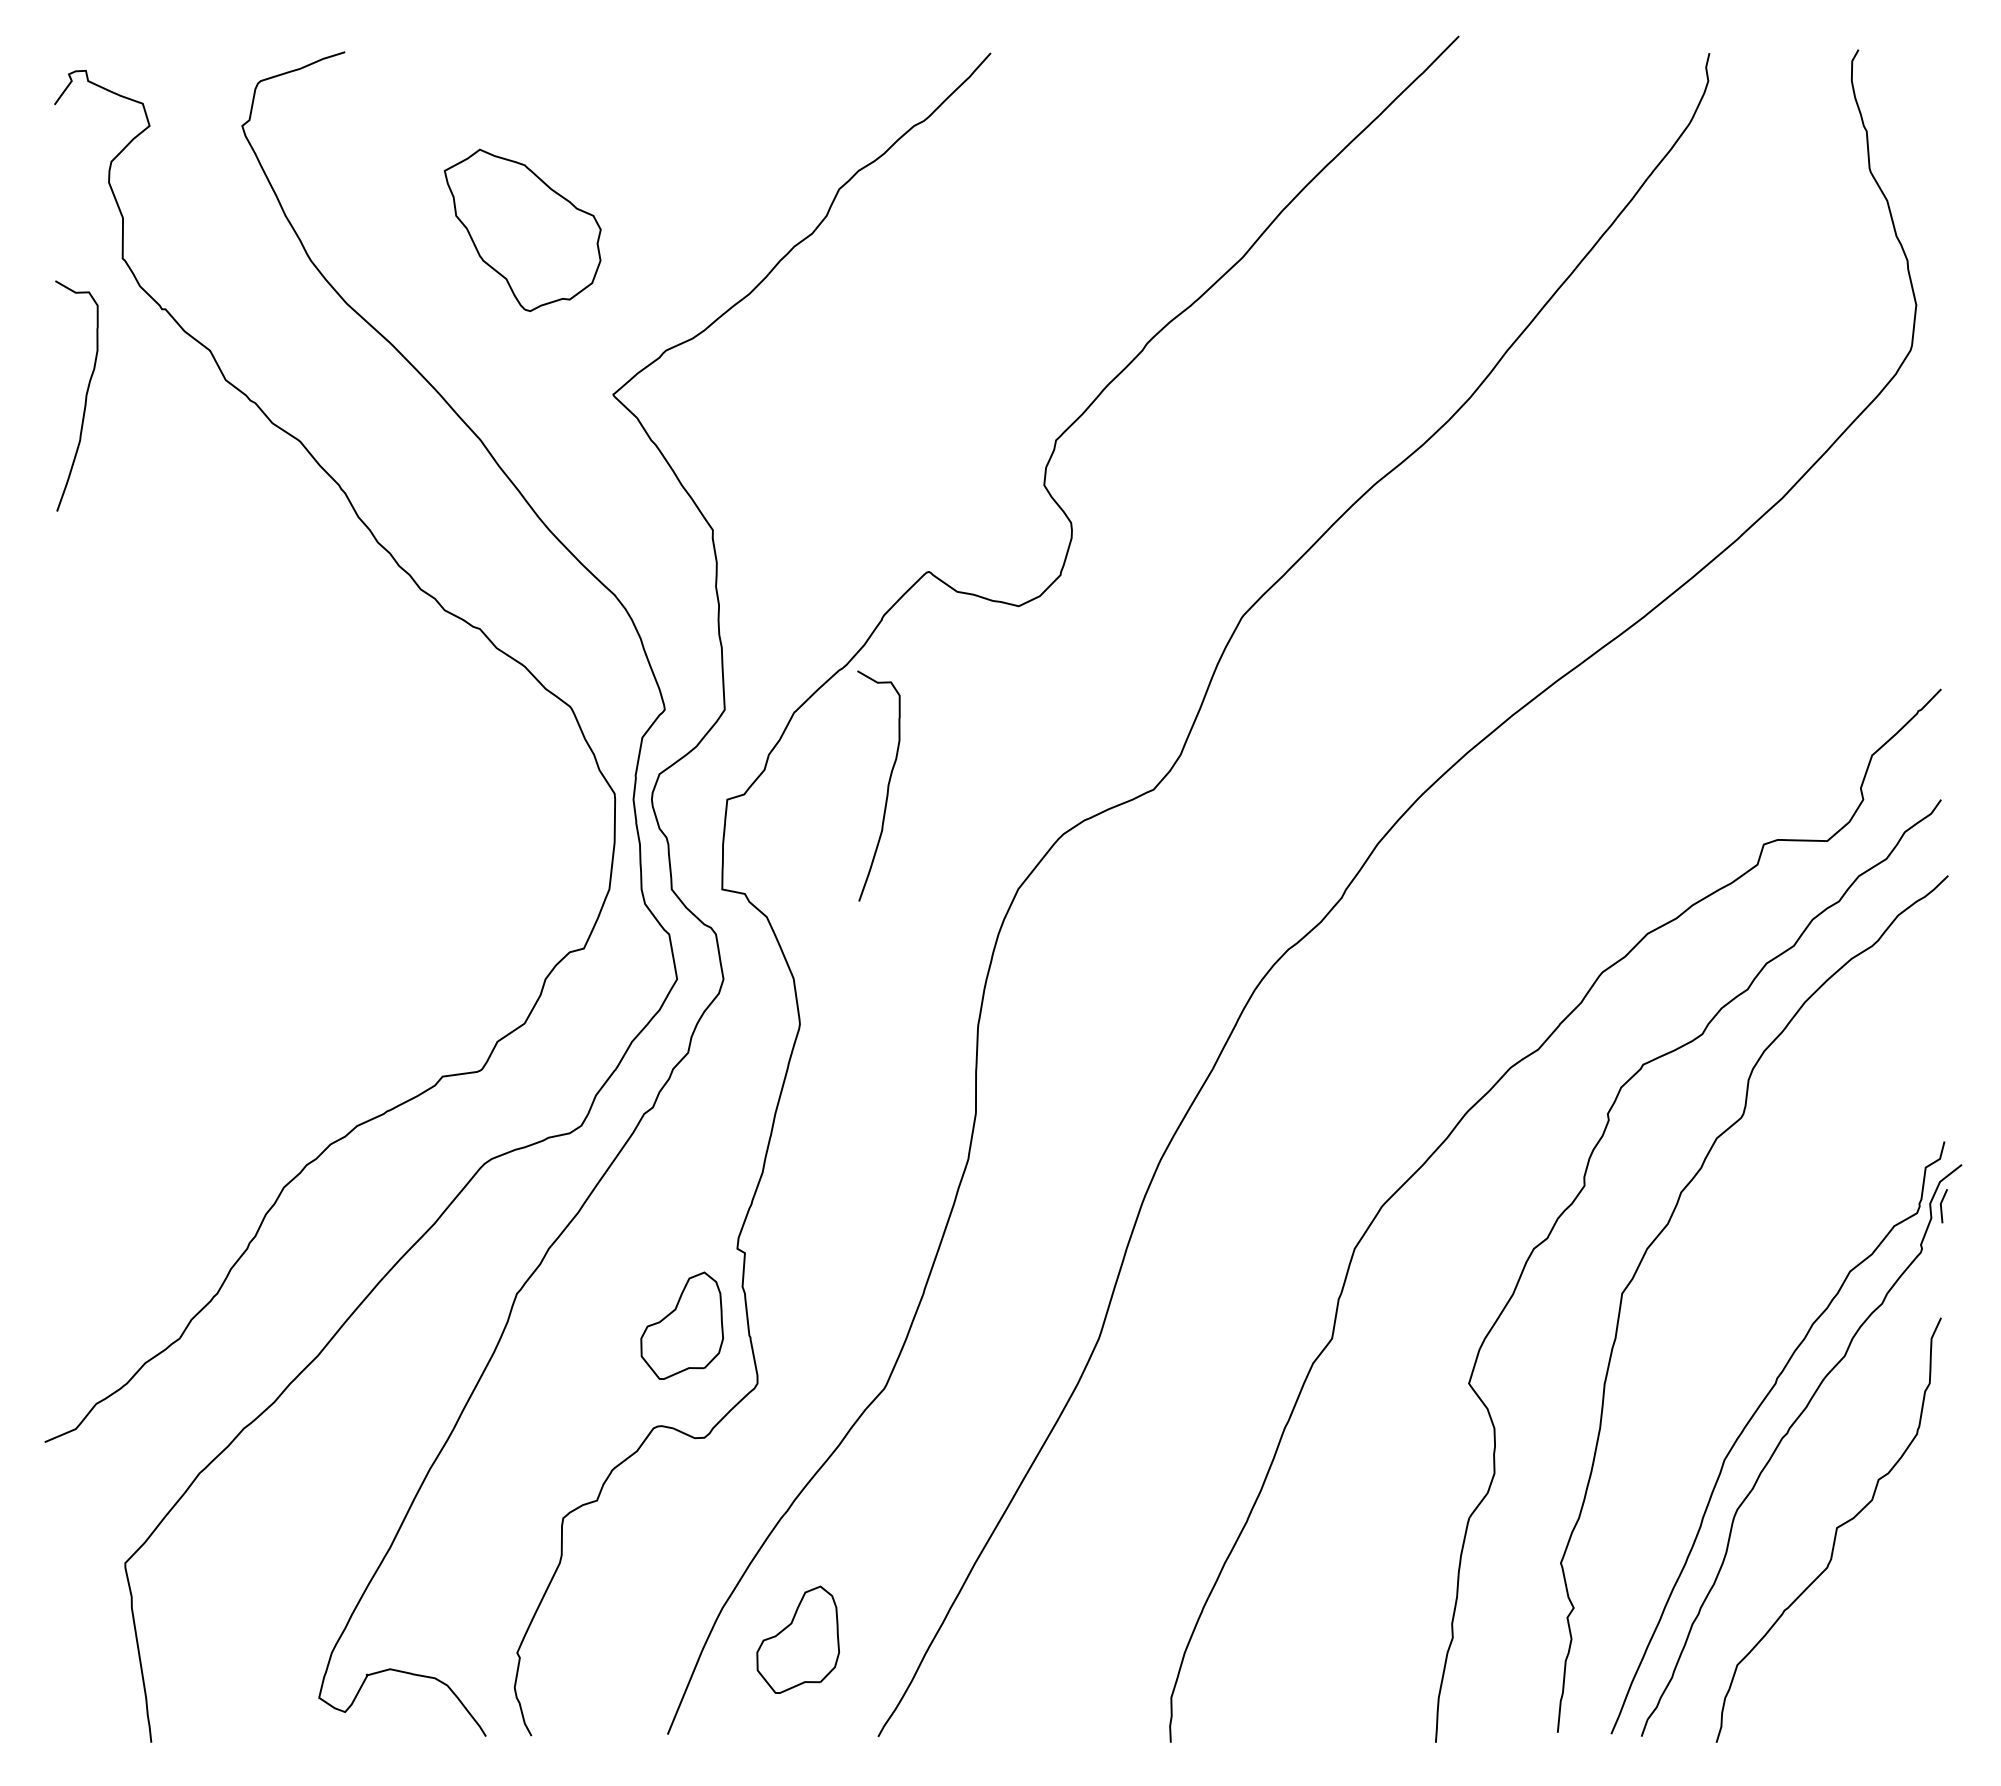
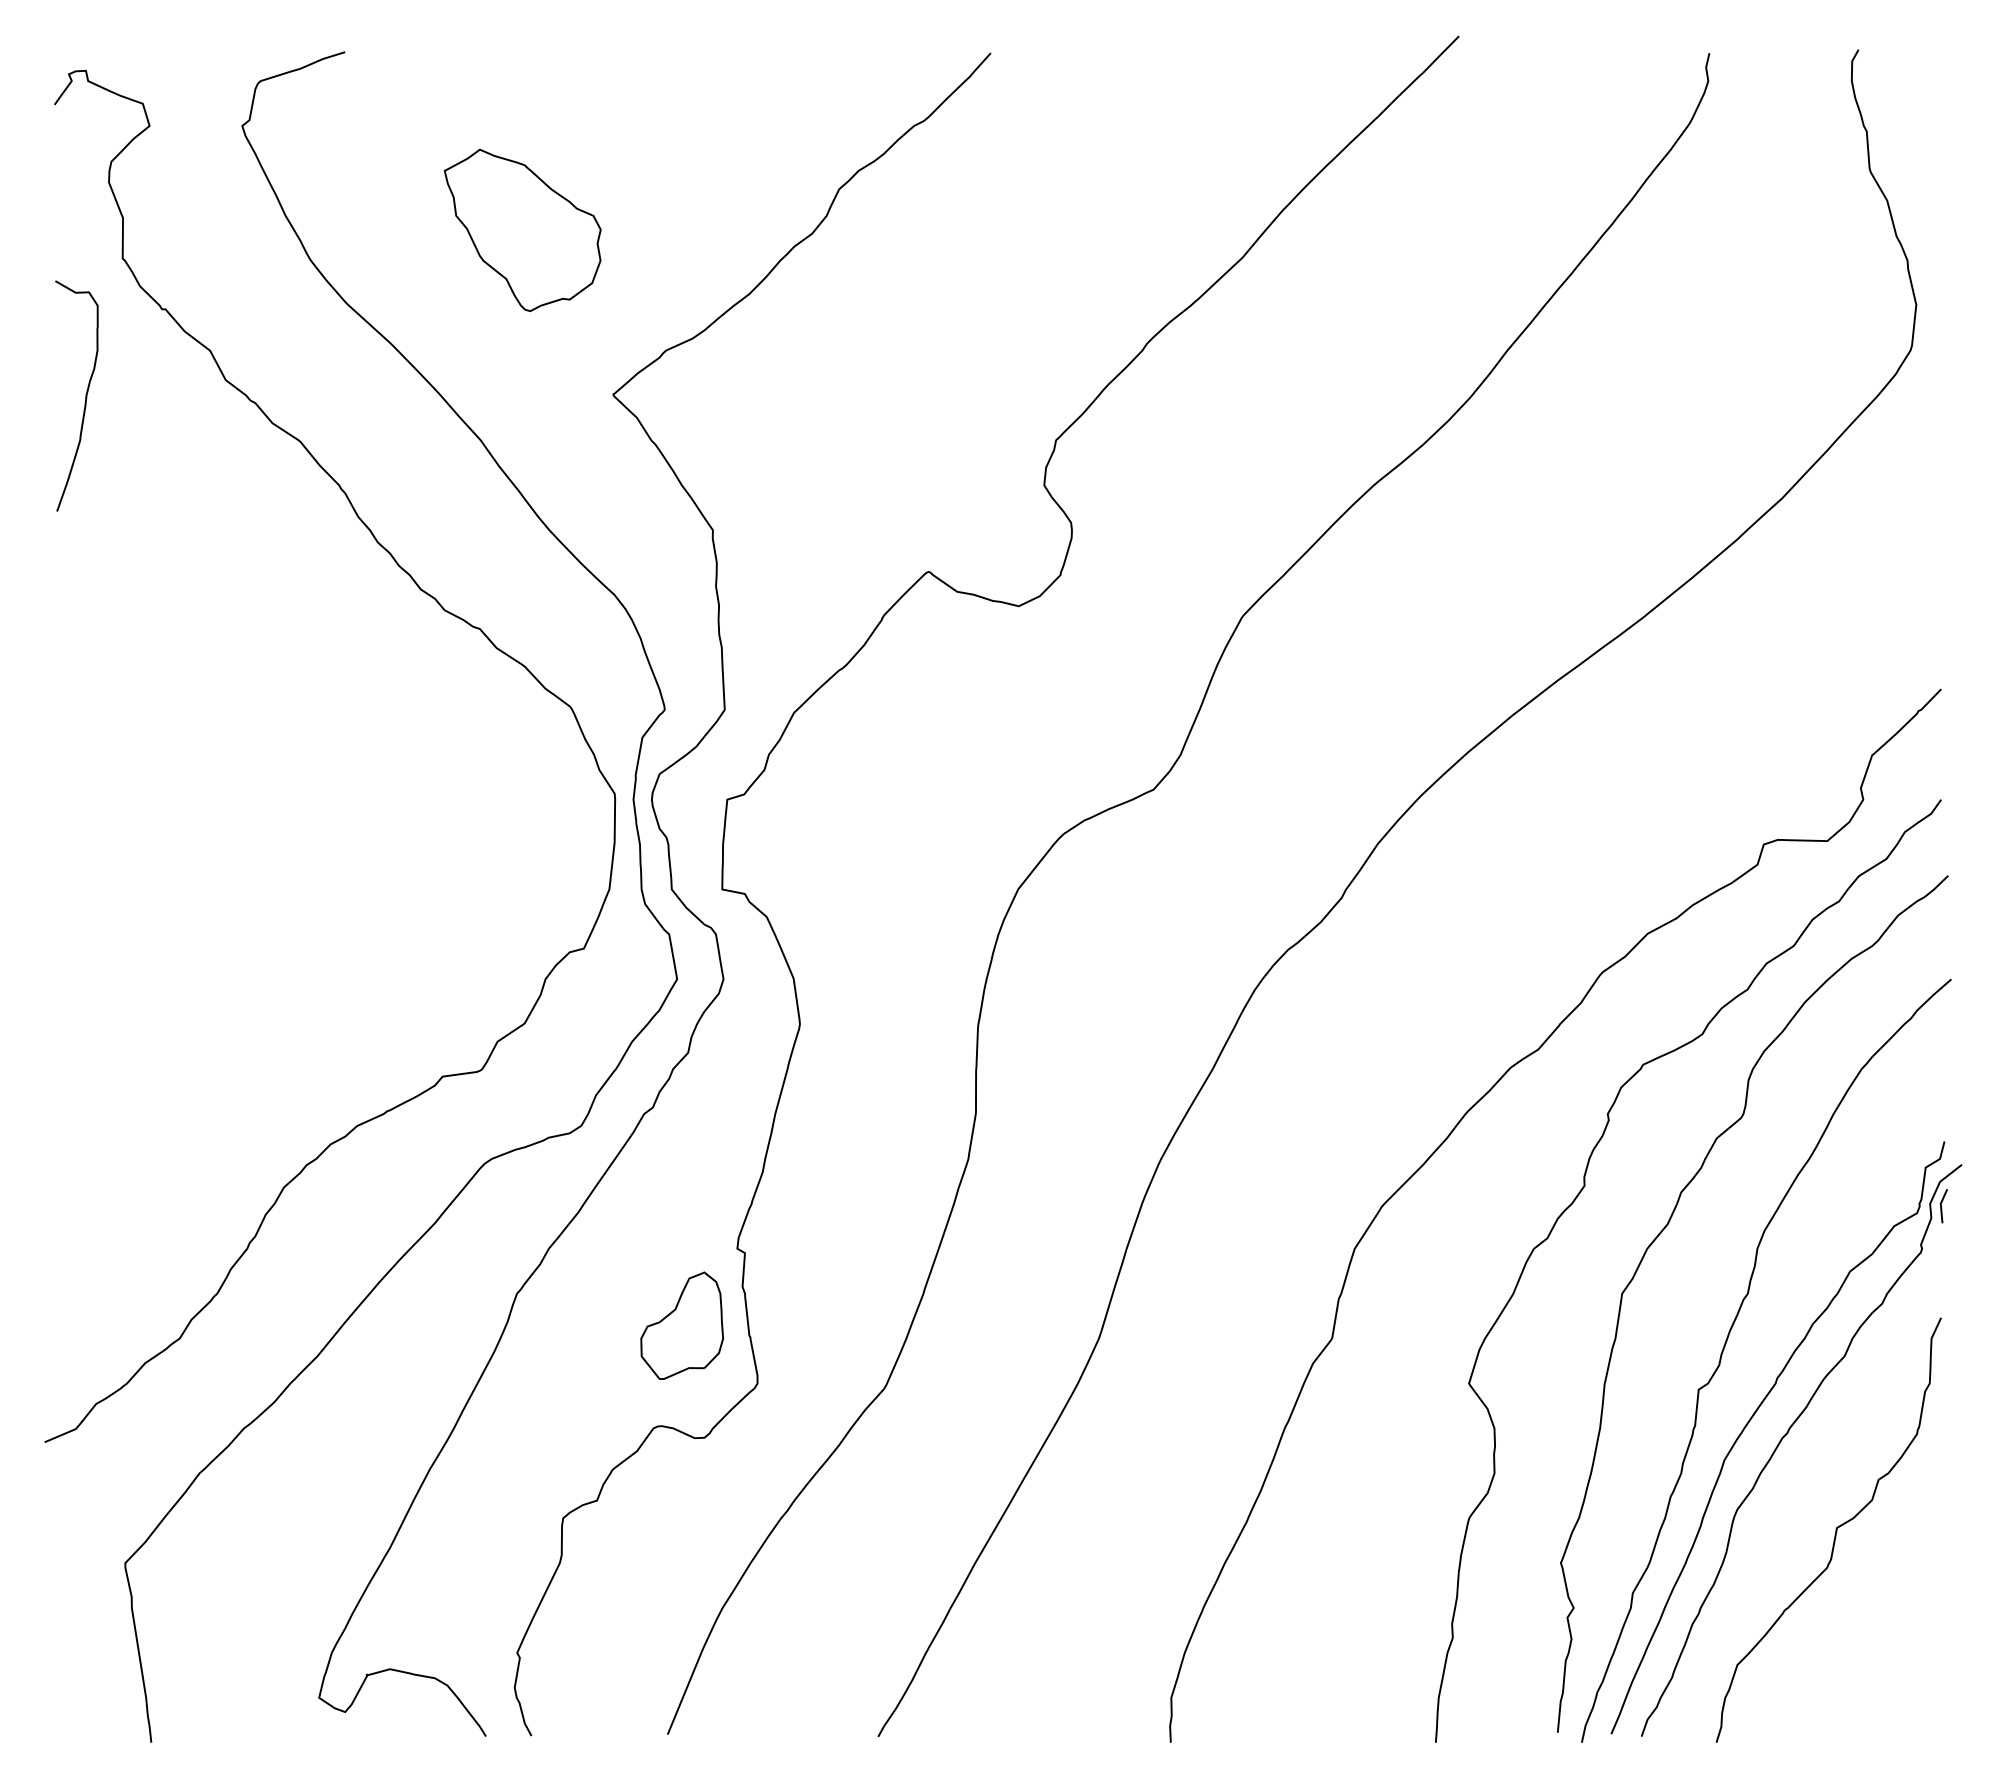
curve at (887, 785): present -> none
curve at (1726, 1344): none -> present
part at (797, 1639): present -> none
